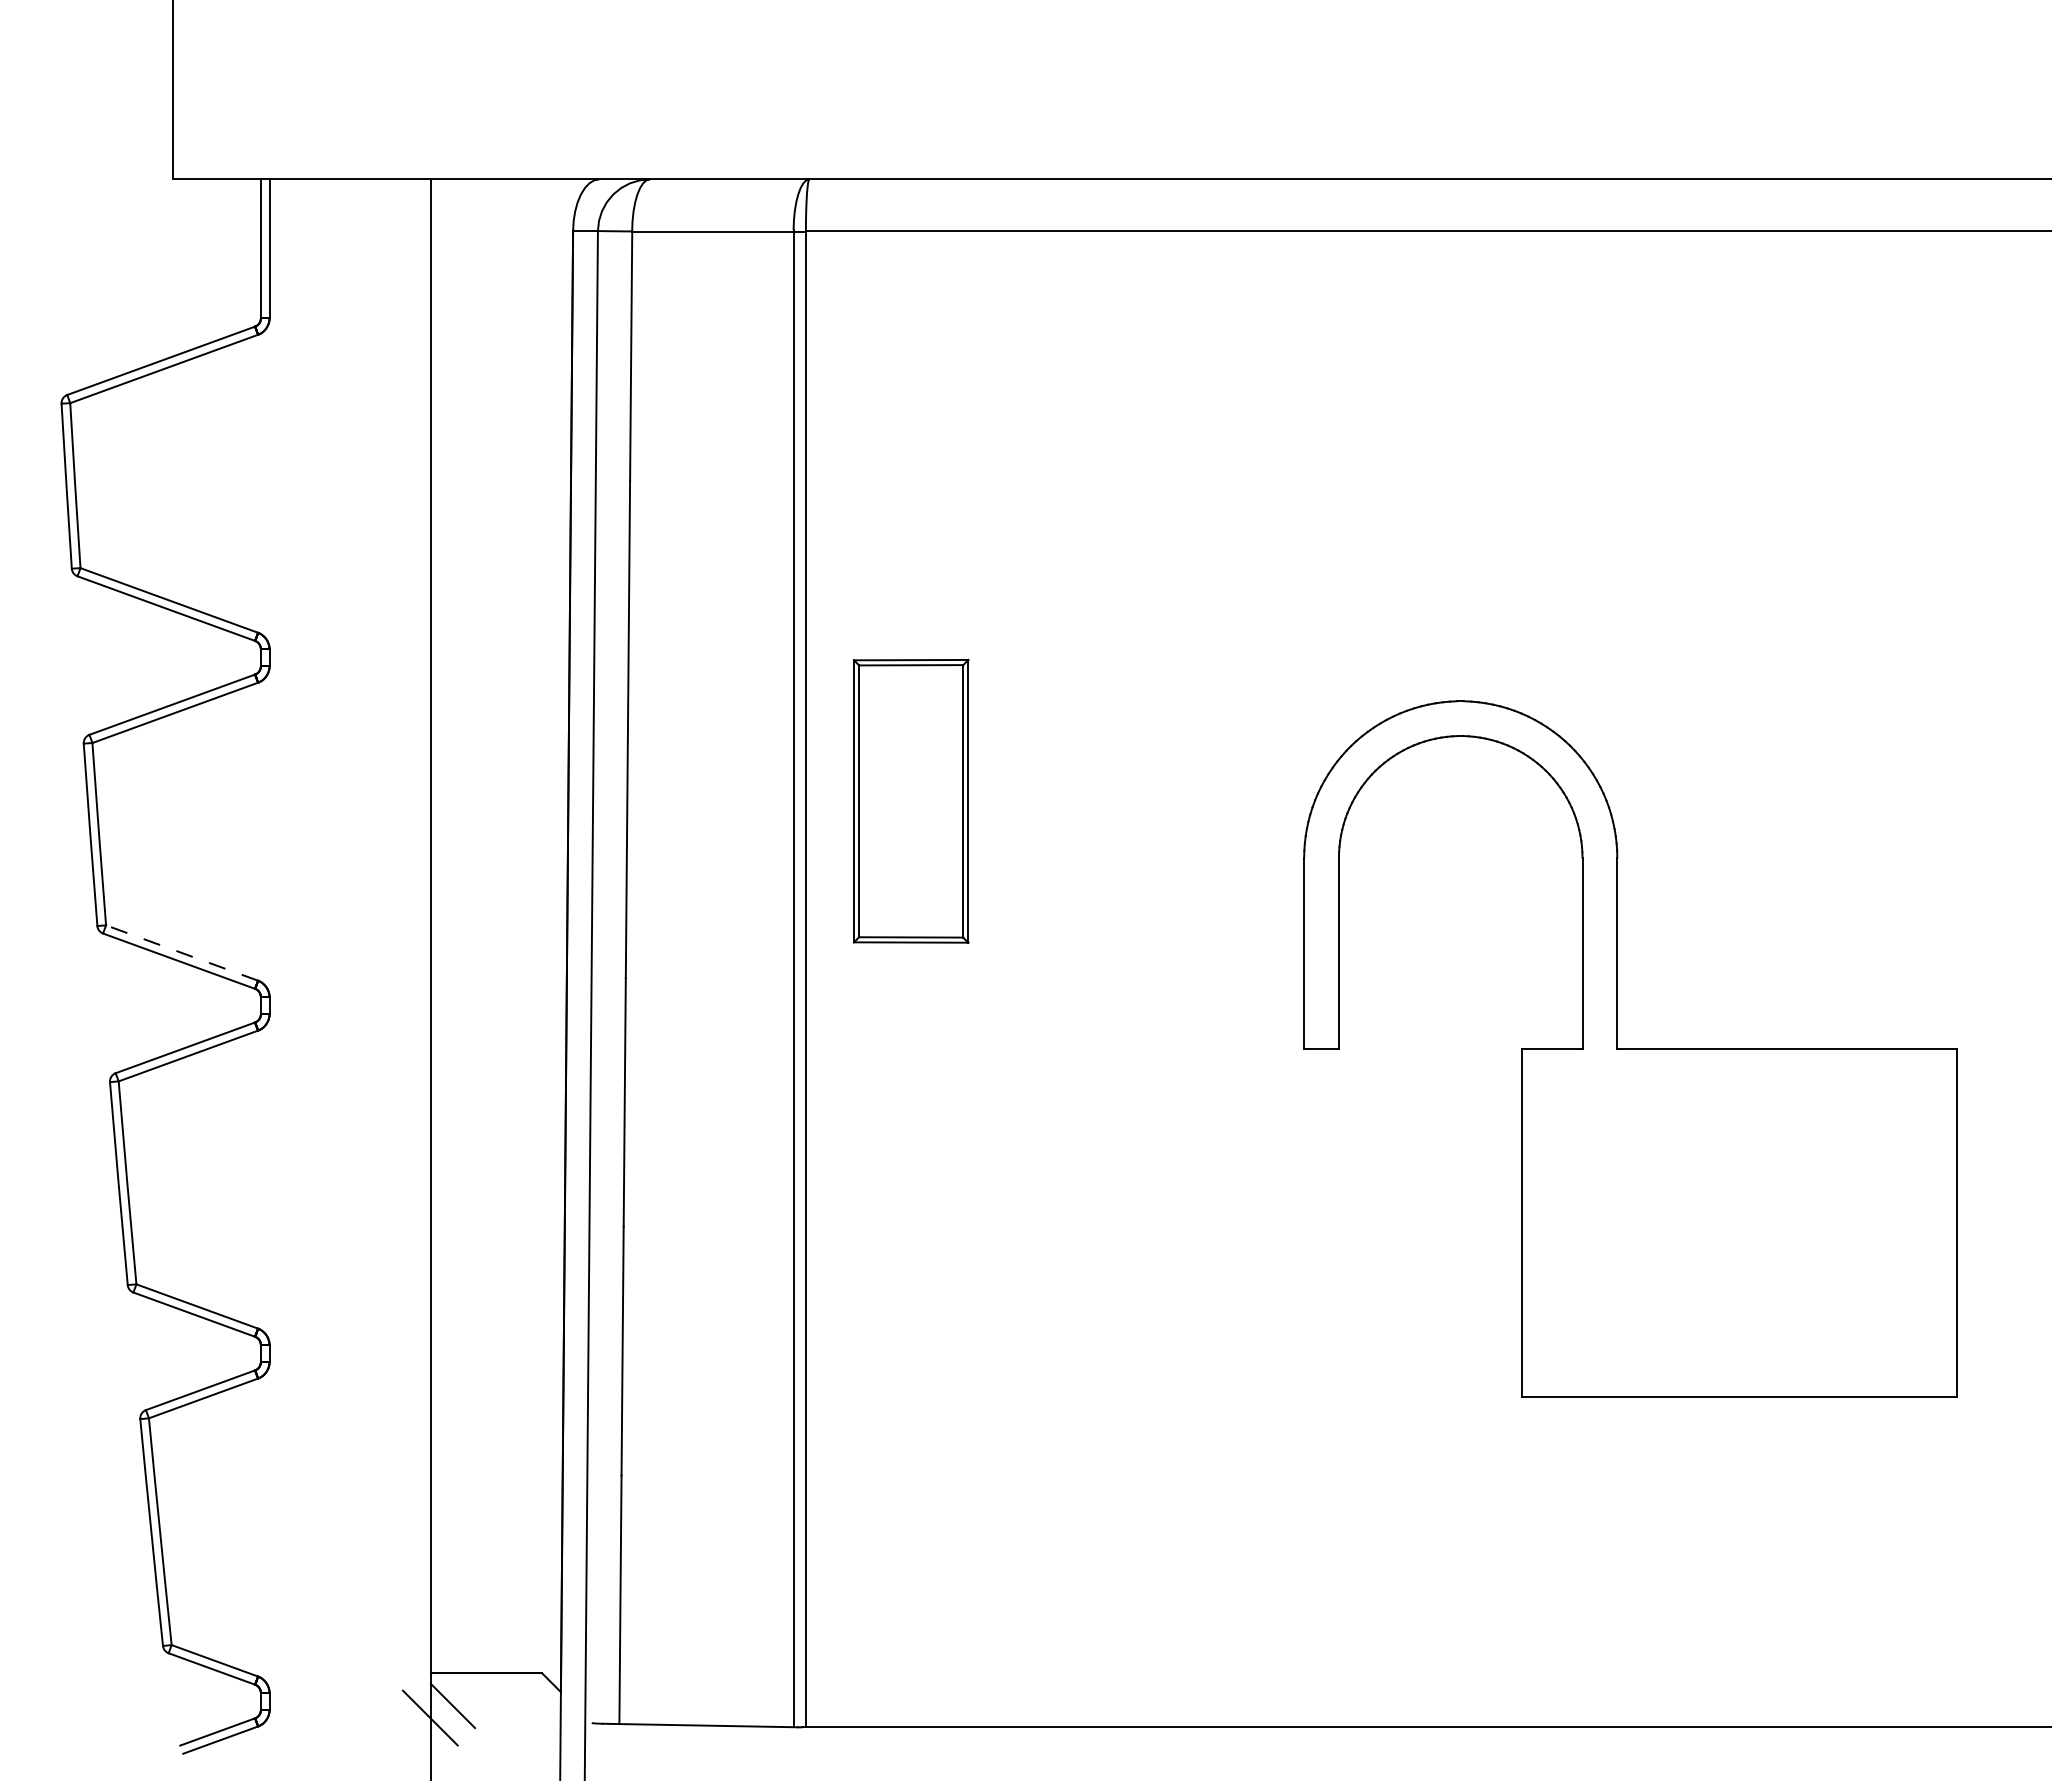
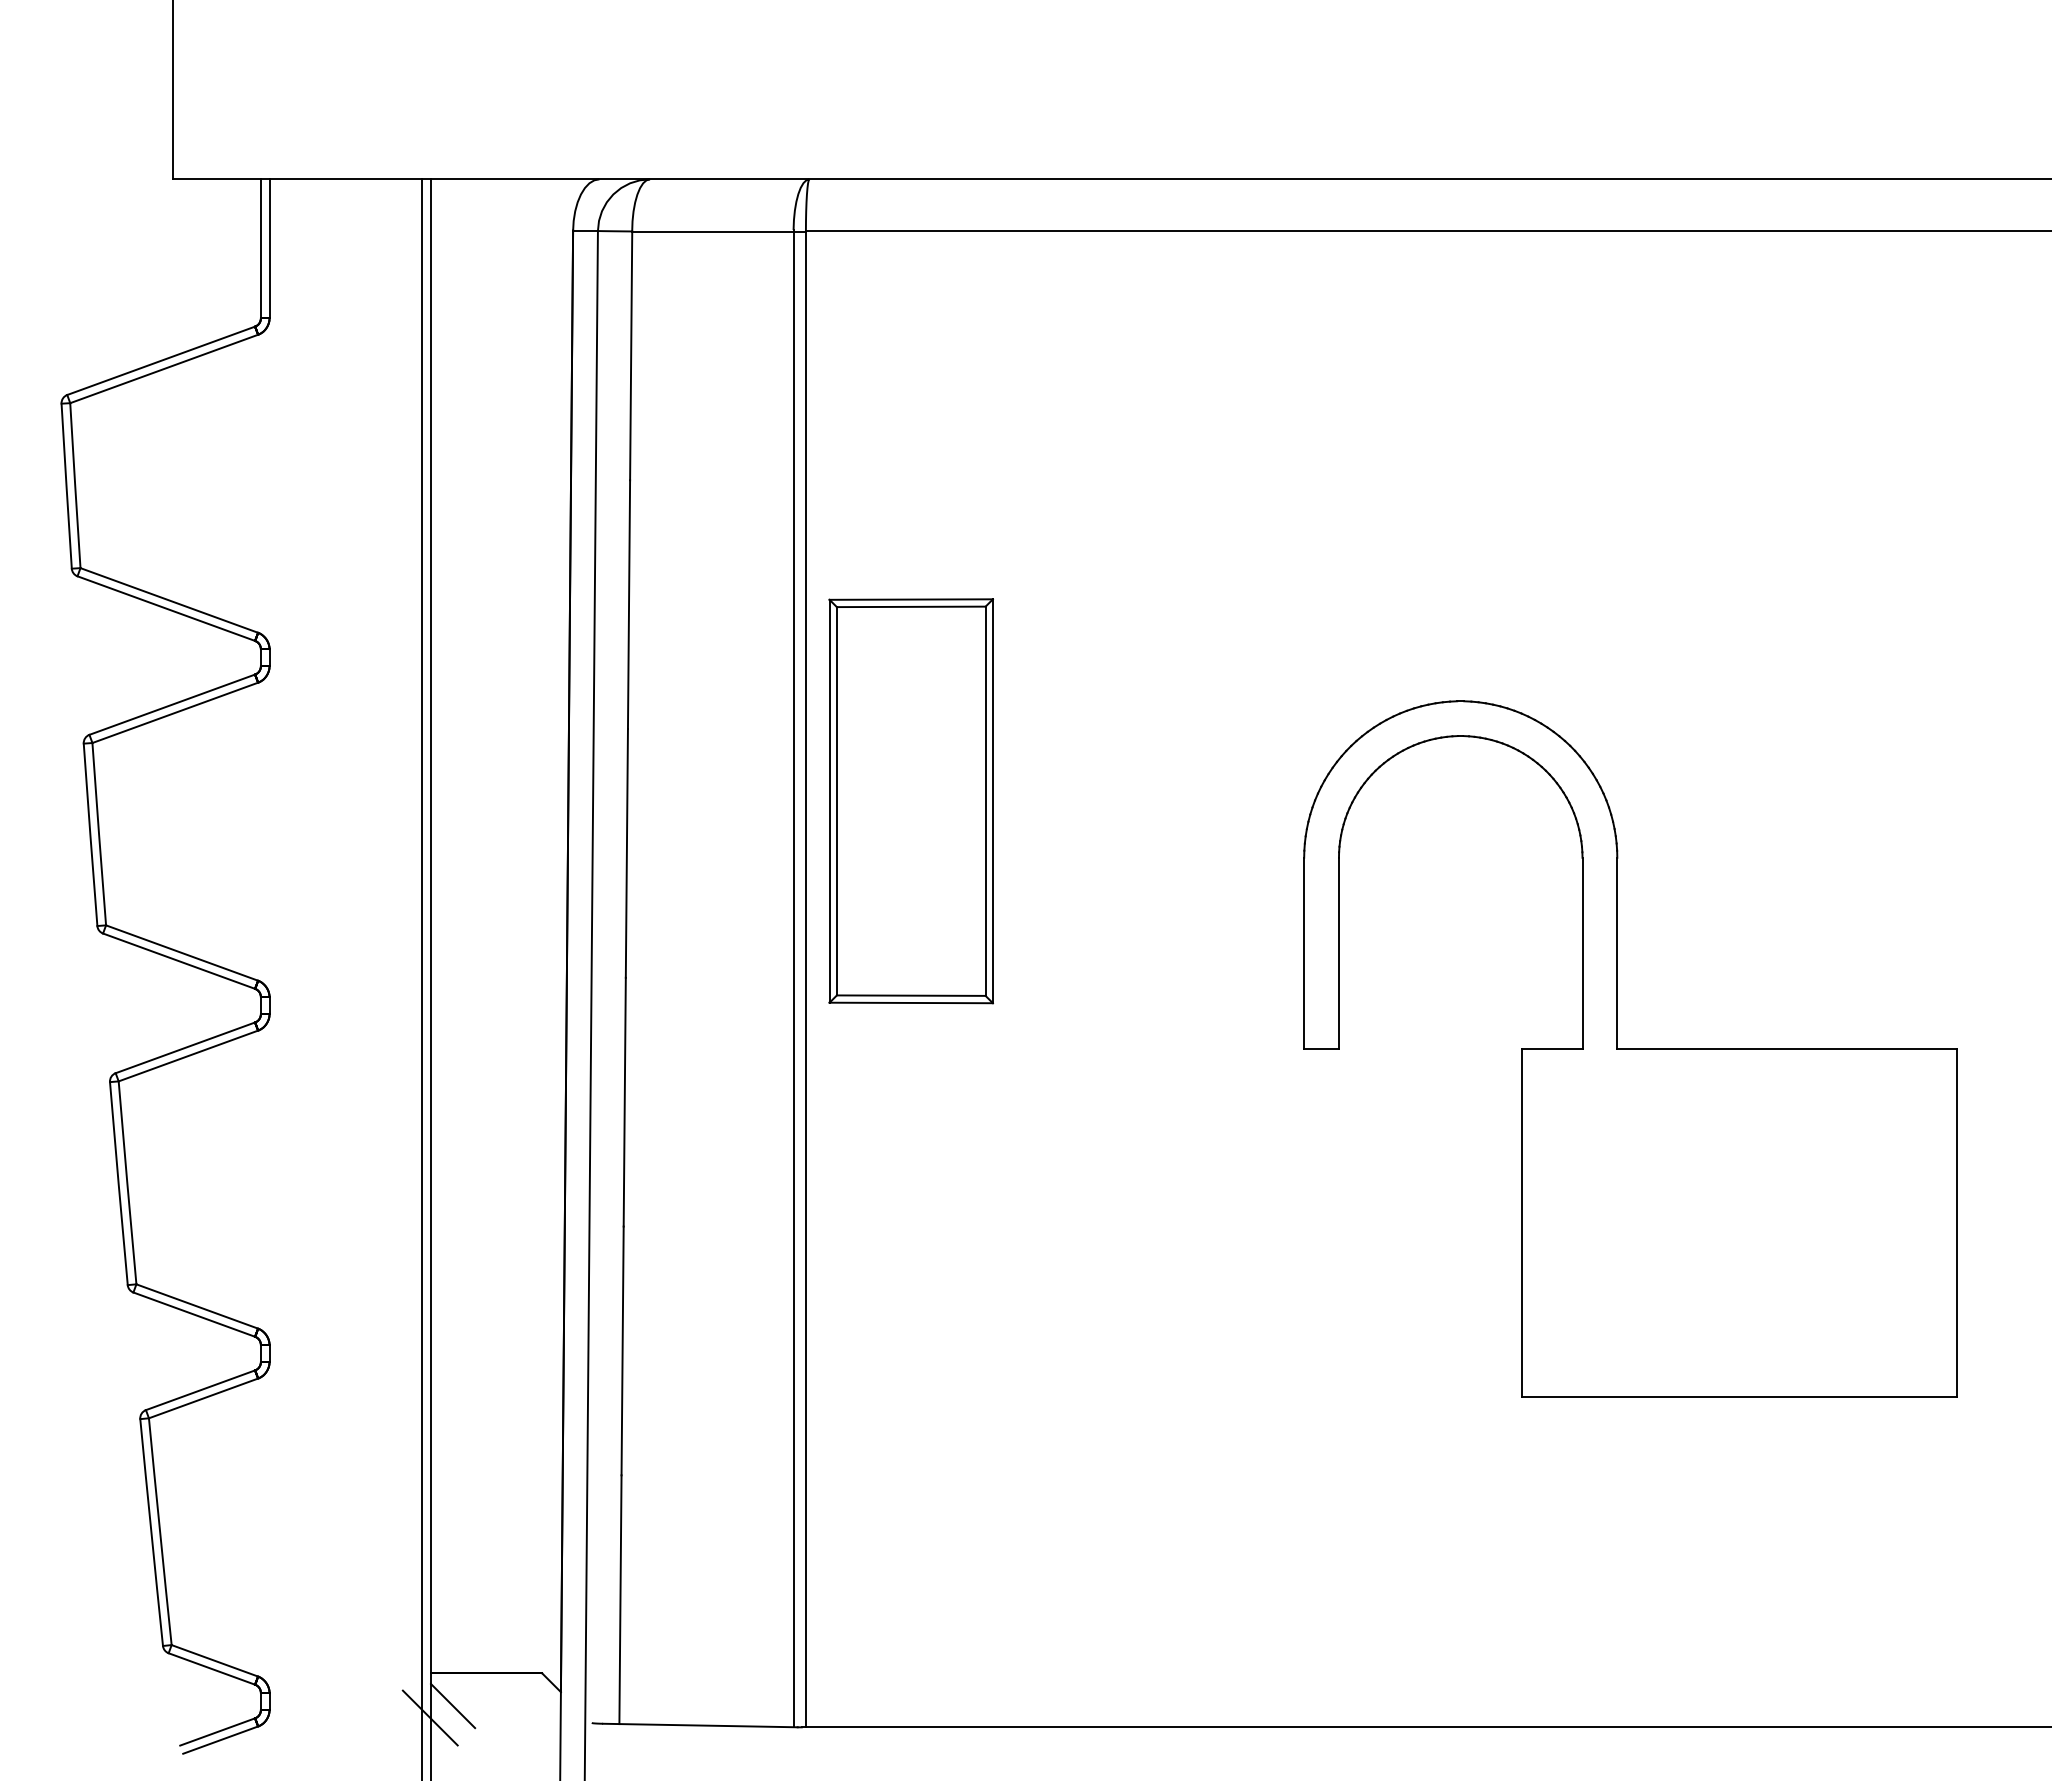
part at (911, 800) size: 117x286 px -> 166x407 px
line at (182, 953): dashed -> solid
line at (422, 978): none -> present
